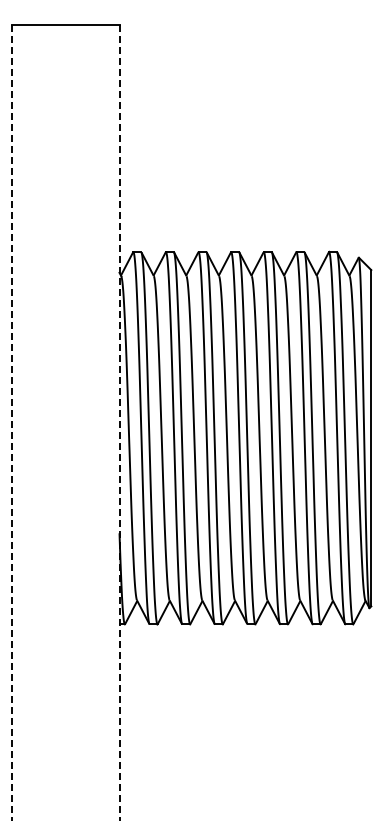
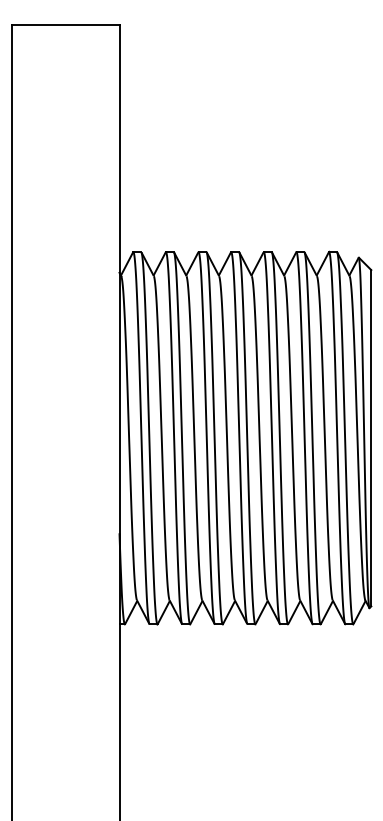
line at (11, 422): dashed -> solid
line at (119, 422): dashed -> solid
